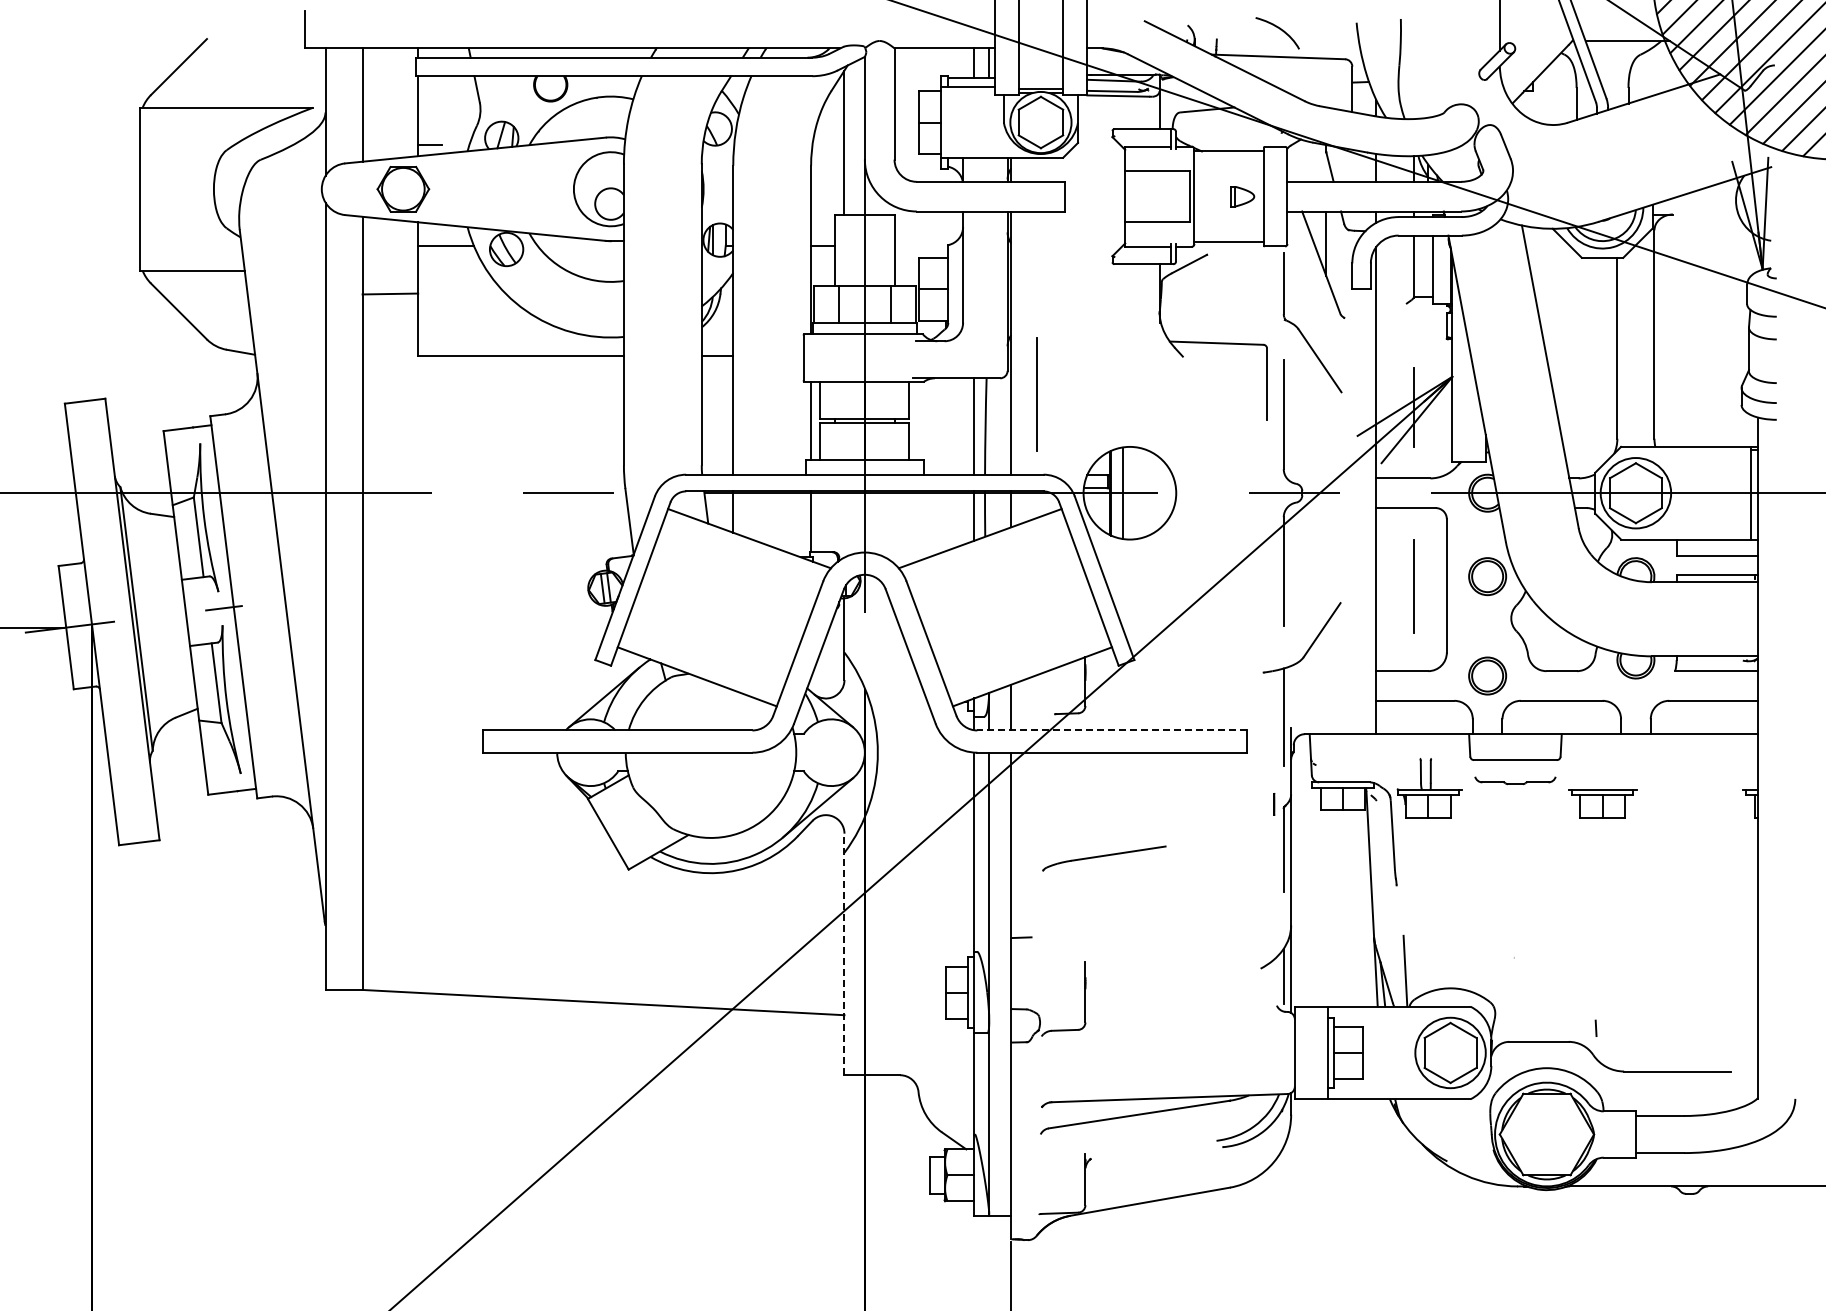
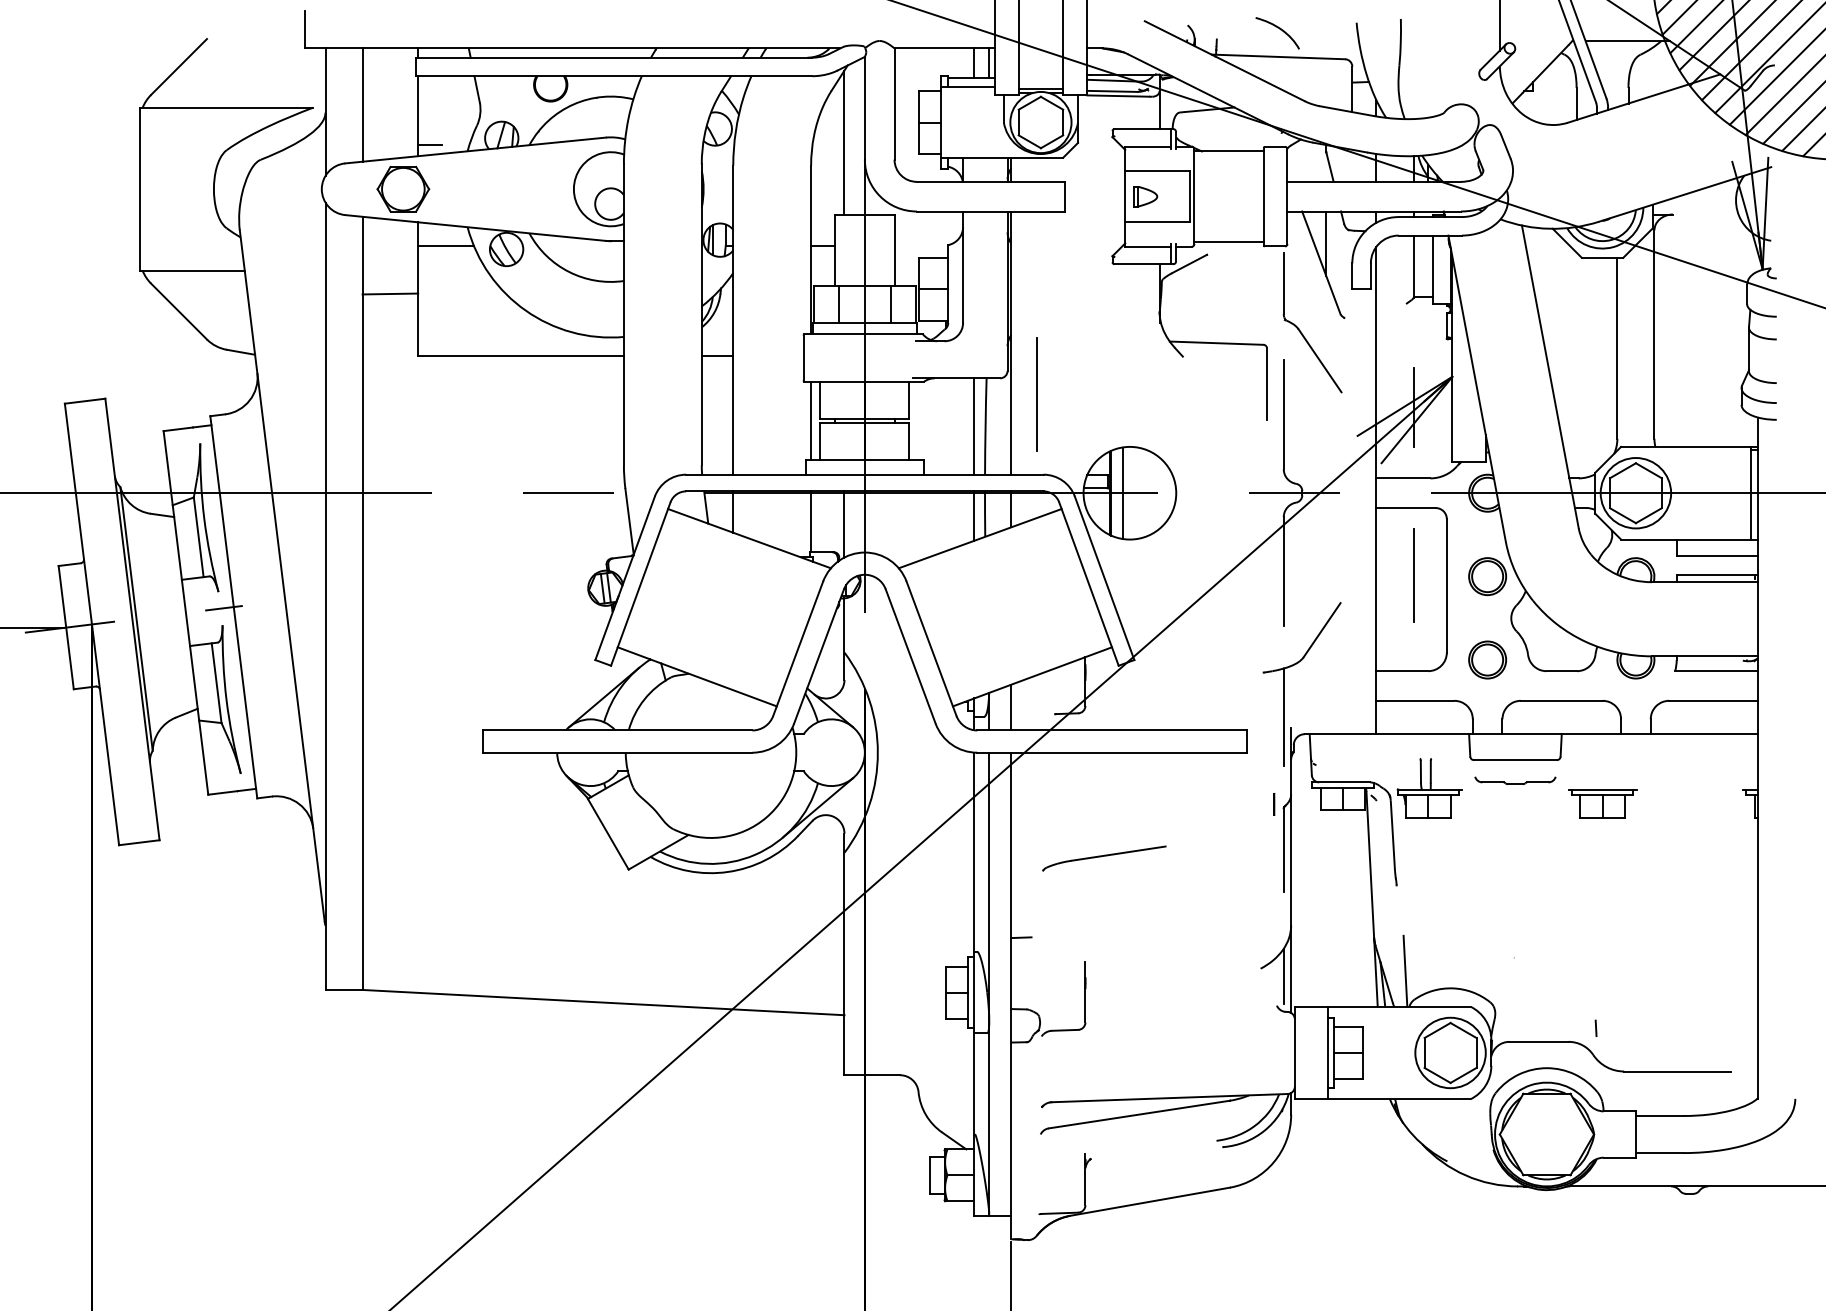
part at (1242, 196) position: (1242, 196) -> (1145, 196)
line at (844, 524): none -> present
line at (1413, 586) position: (1413, 586) -> (1413, 575)
part at (1487, 675) position: (1487, 675) -> (1487, 659)
line at (1112, 730): dashed -> solid
line at (844, 954): dashed -> solid
